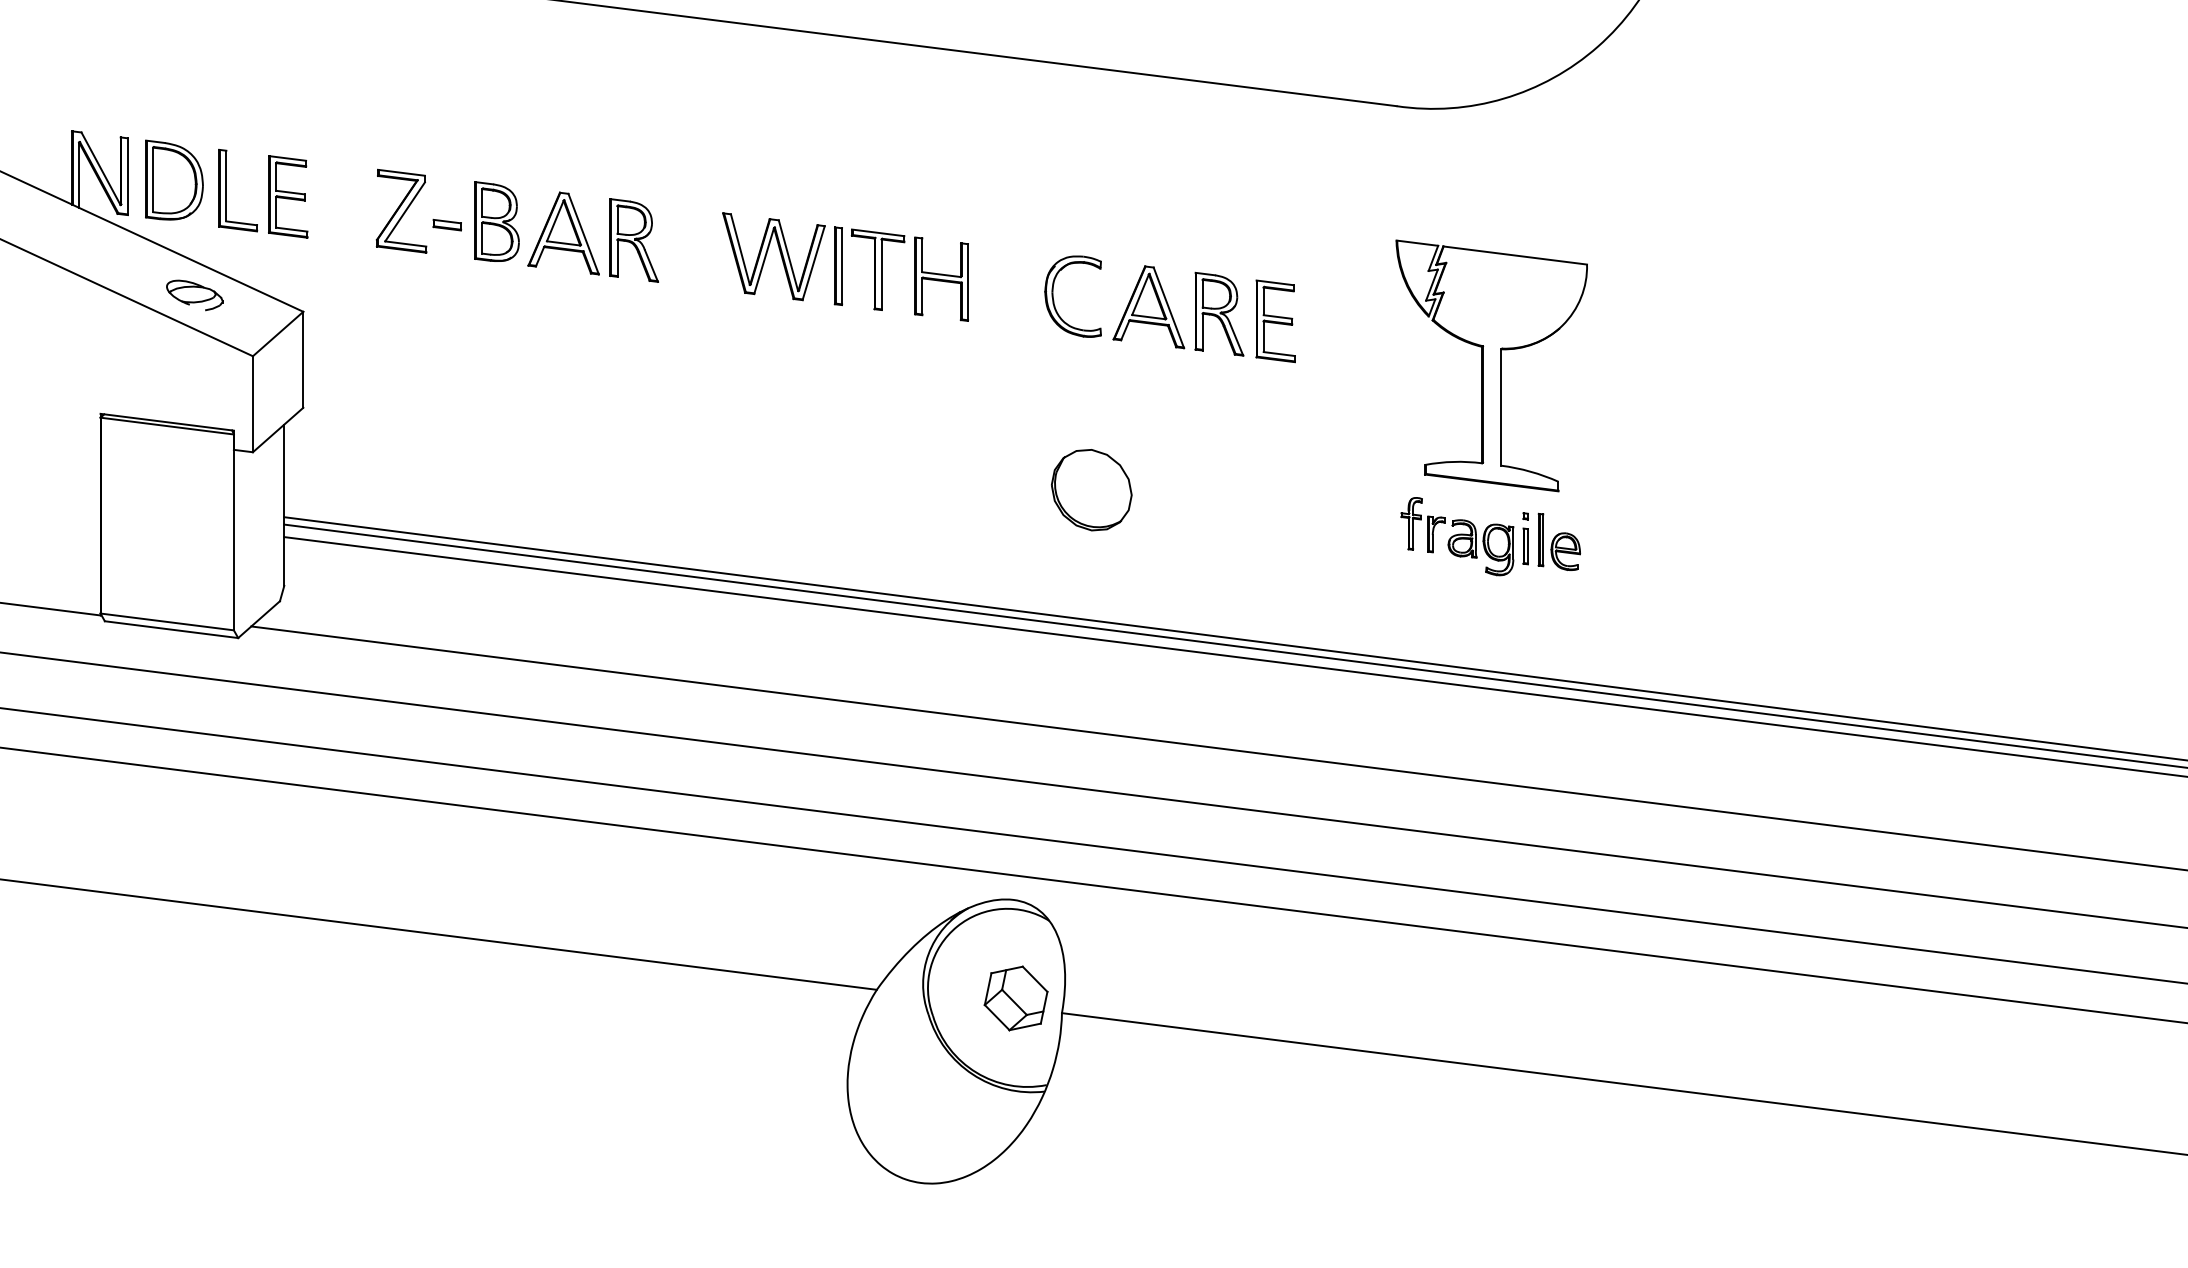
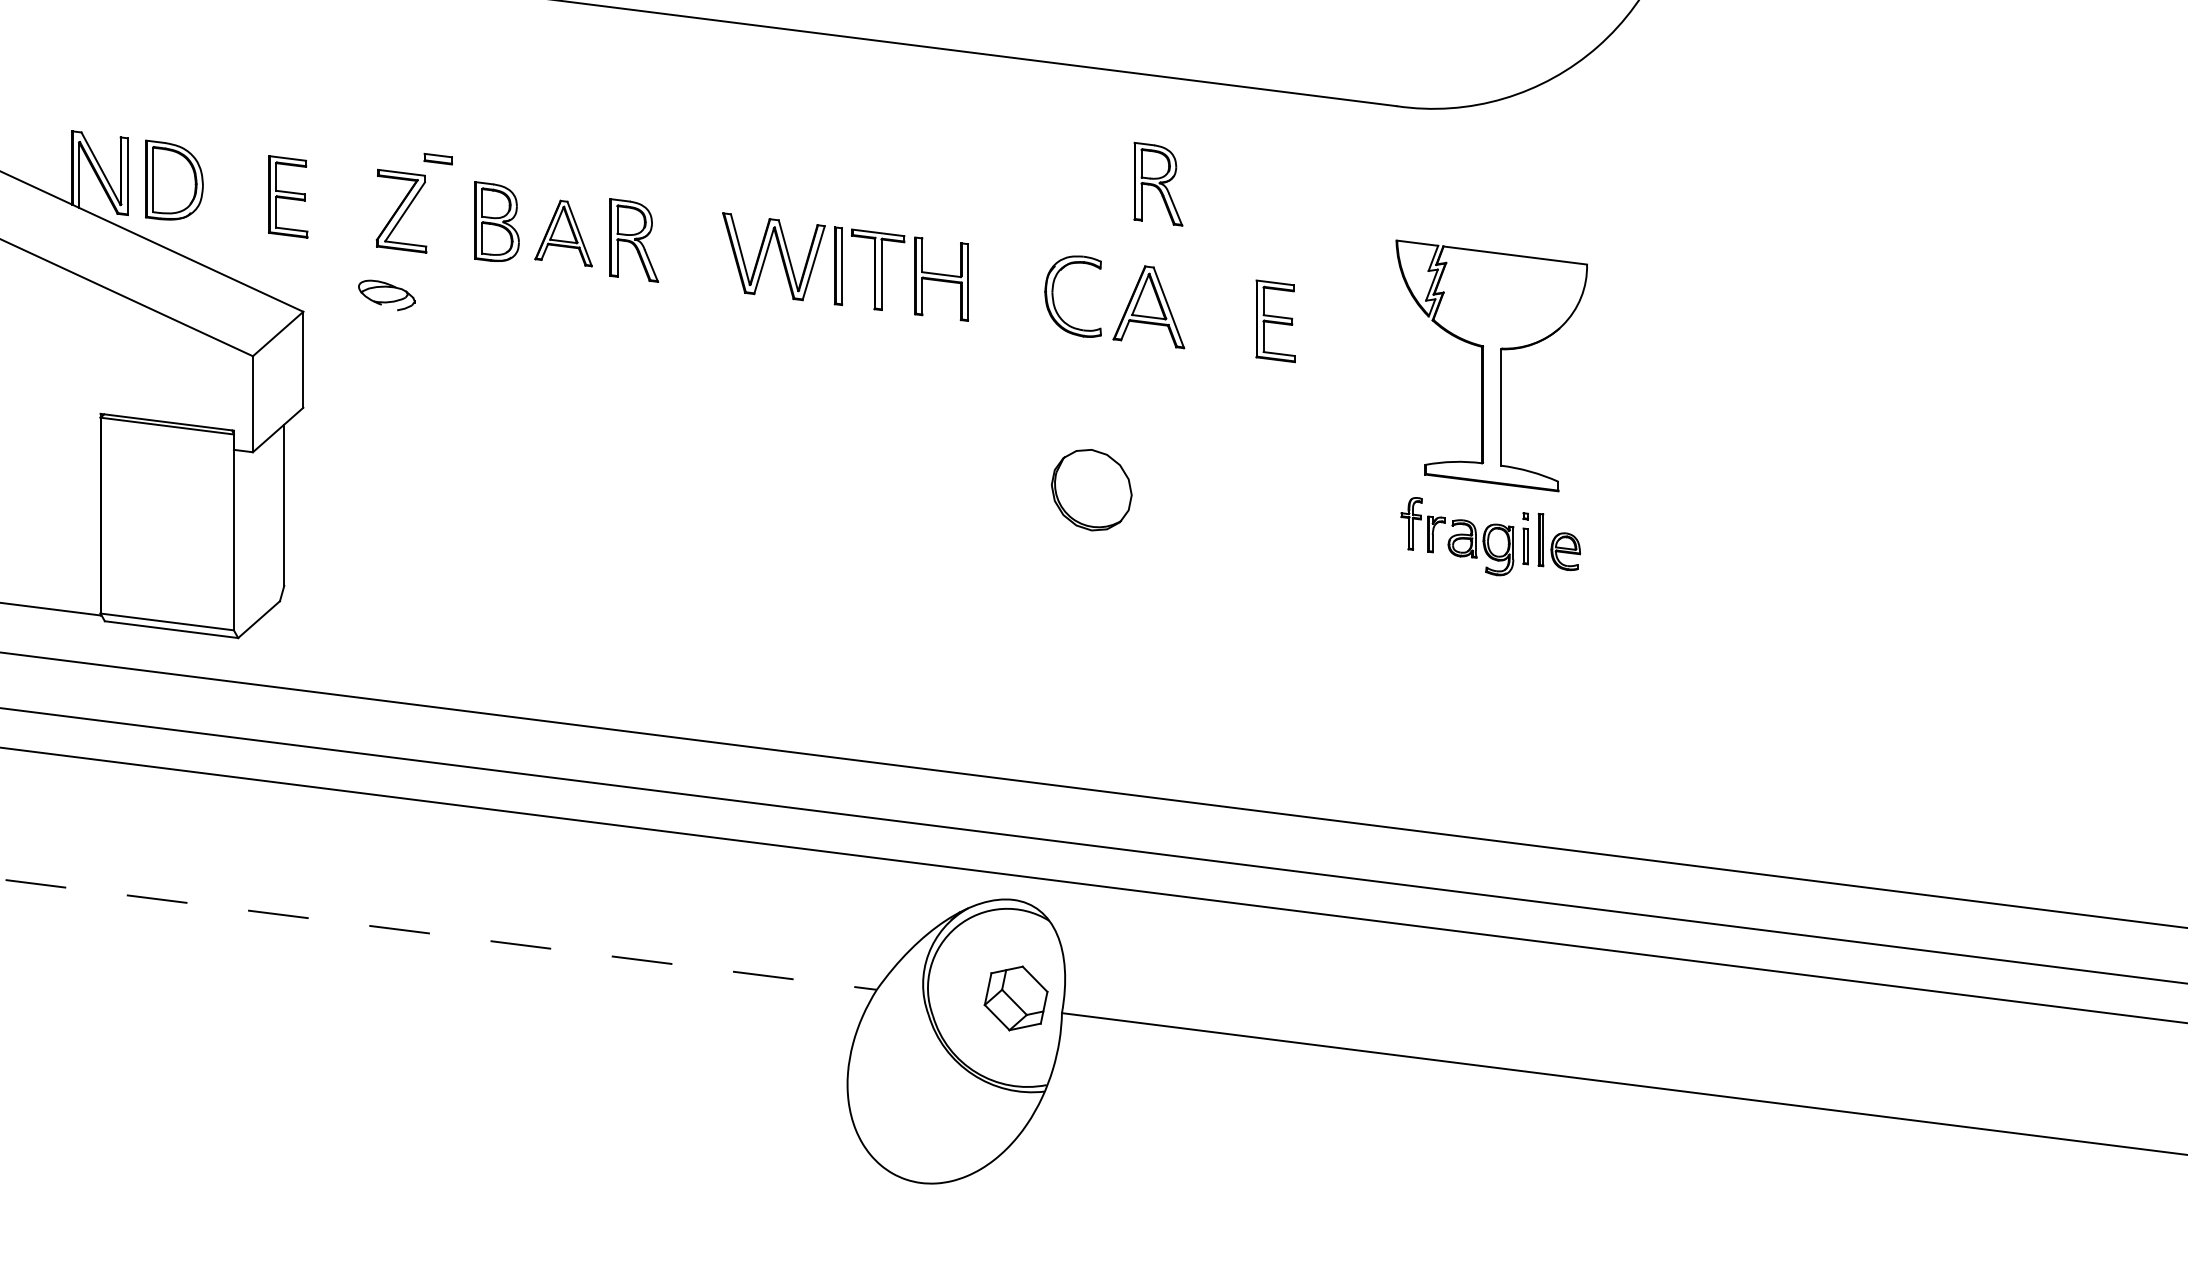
part at (226, 190): present -> none
part at (447, 224) position: (447, 224) -> (438, 158)
part at (563, 233) size: 73x85 px -> 59x69 px
part at (194, 295) position: (194, 295) -> (386, 295)
part at (1219, 313) position: (1219, 313) -> (1158, 183)
line at (1234, 638): present -> none
line at (1234, 645): present -> none
line at (1234, 656): present -> none
line at (1217, 747): present -> none
line at (438, 934): solid -> dashed
